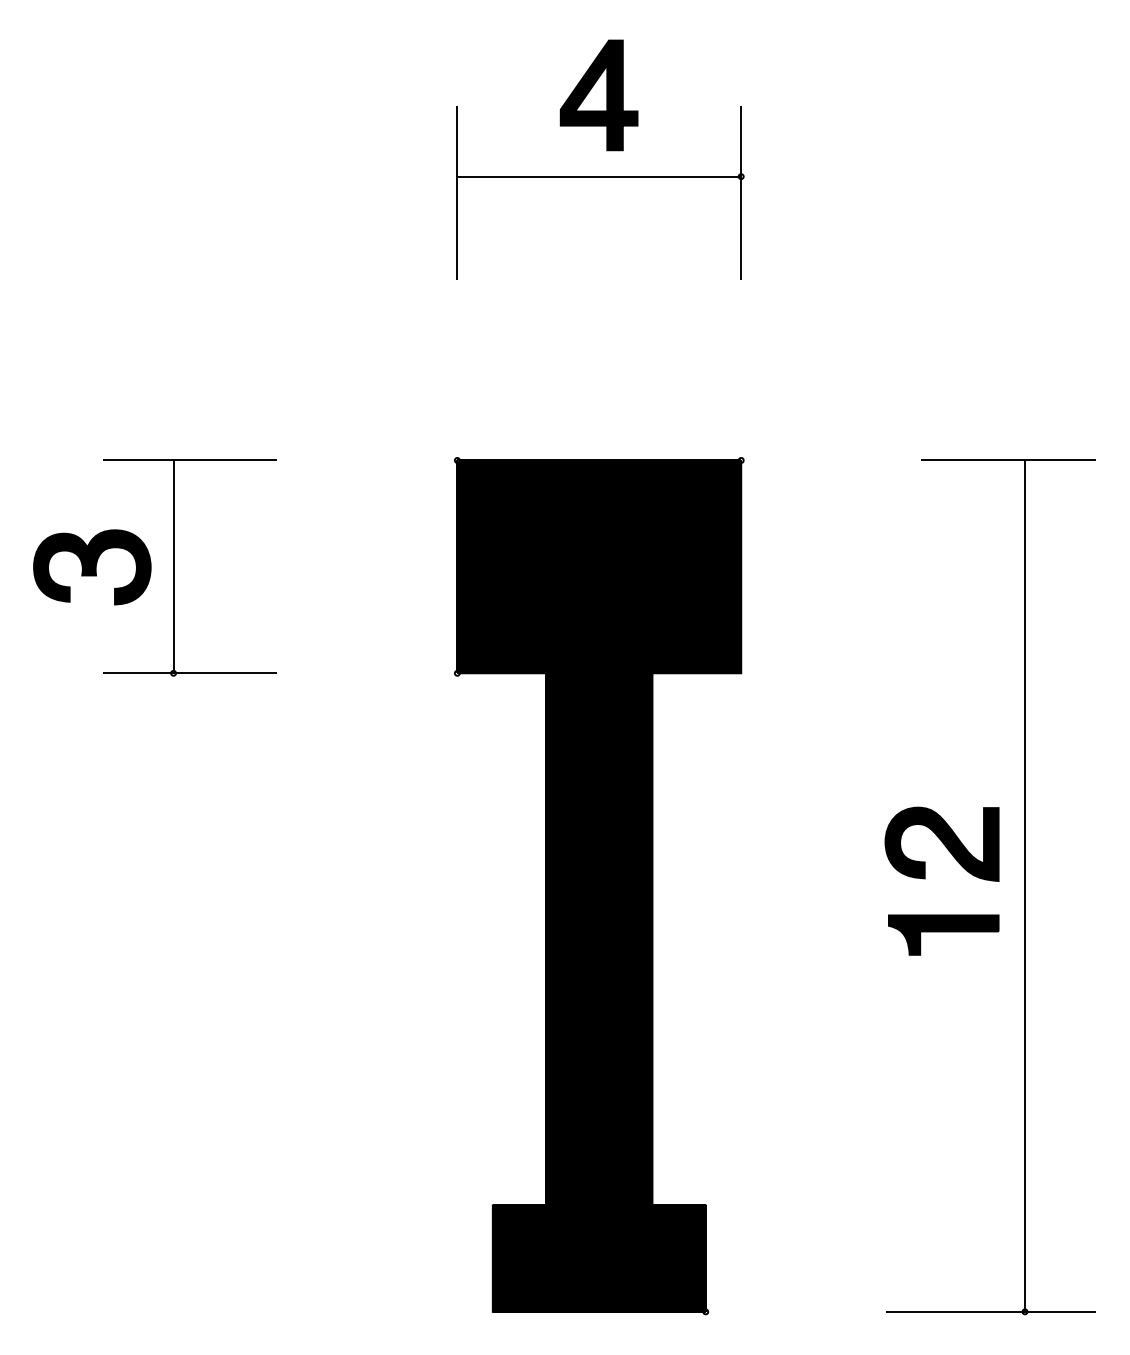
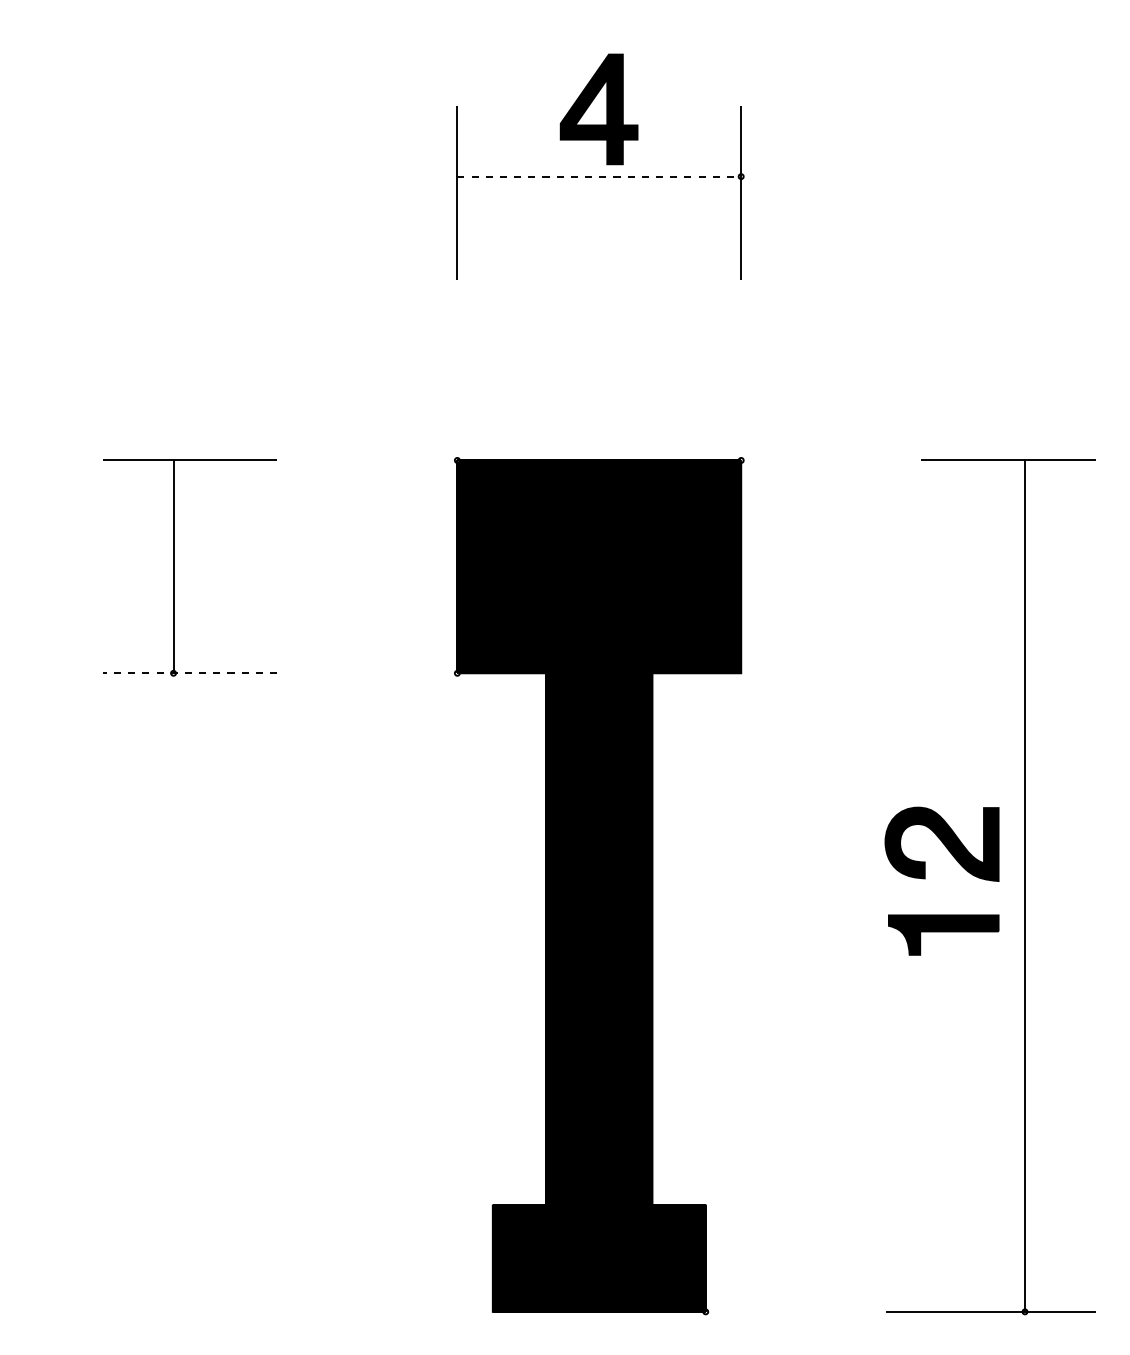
part at (598, 95) position: (598, 95) -> (598, 109)
line at (599, 176): solid -> dashed
part at (92, 567): present -> none
line at (189, 673): solid -> dashed
